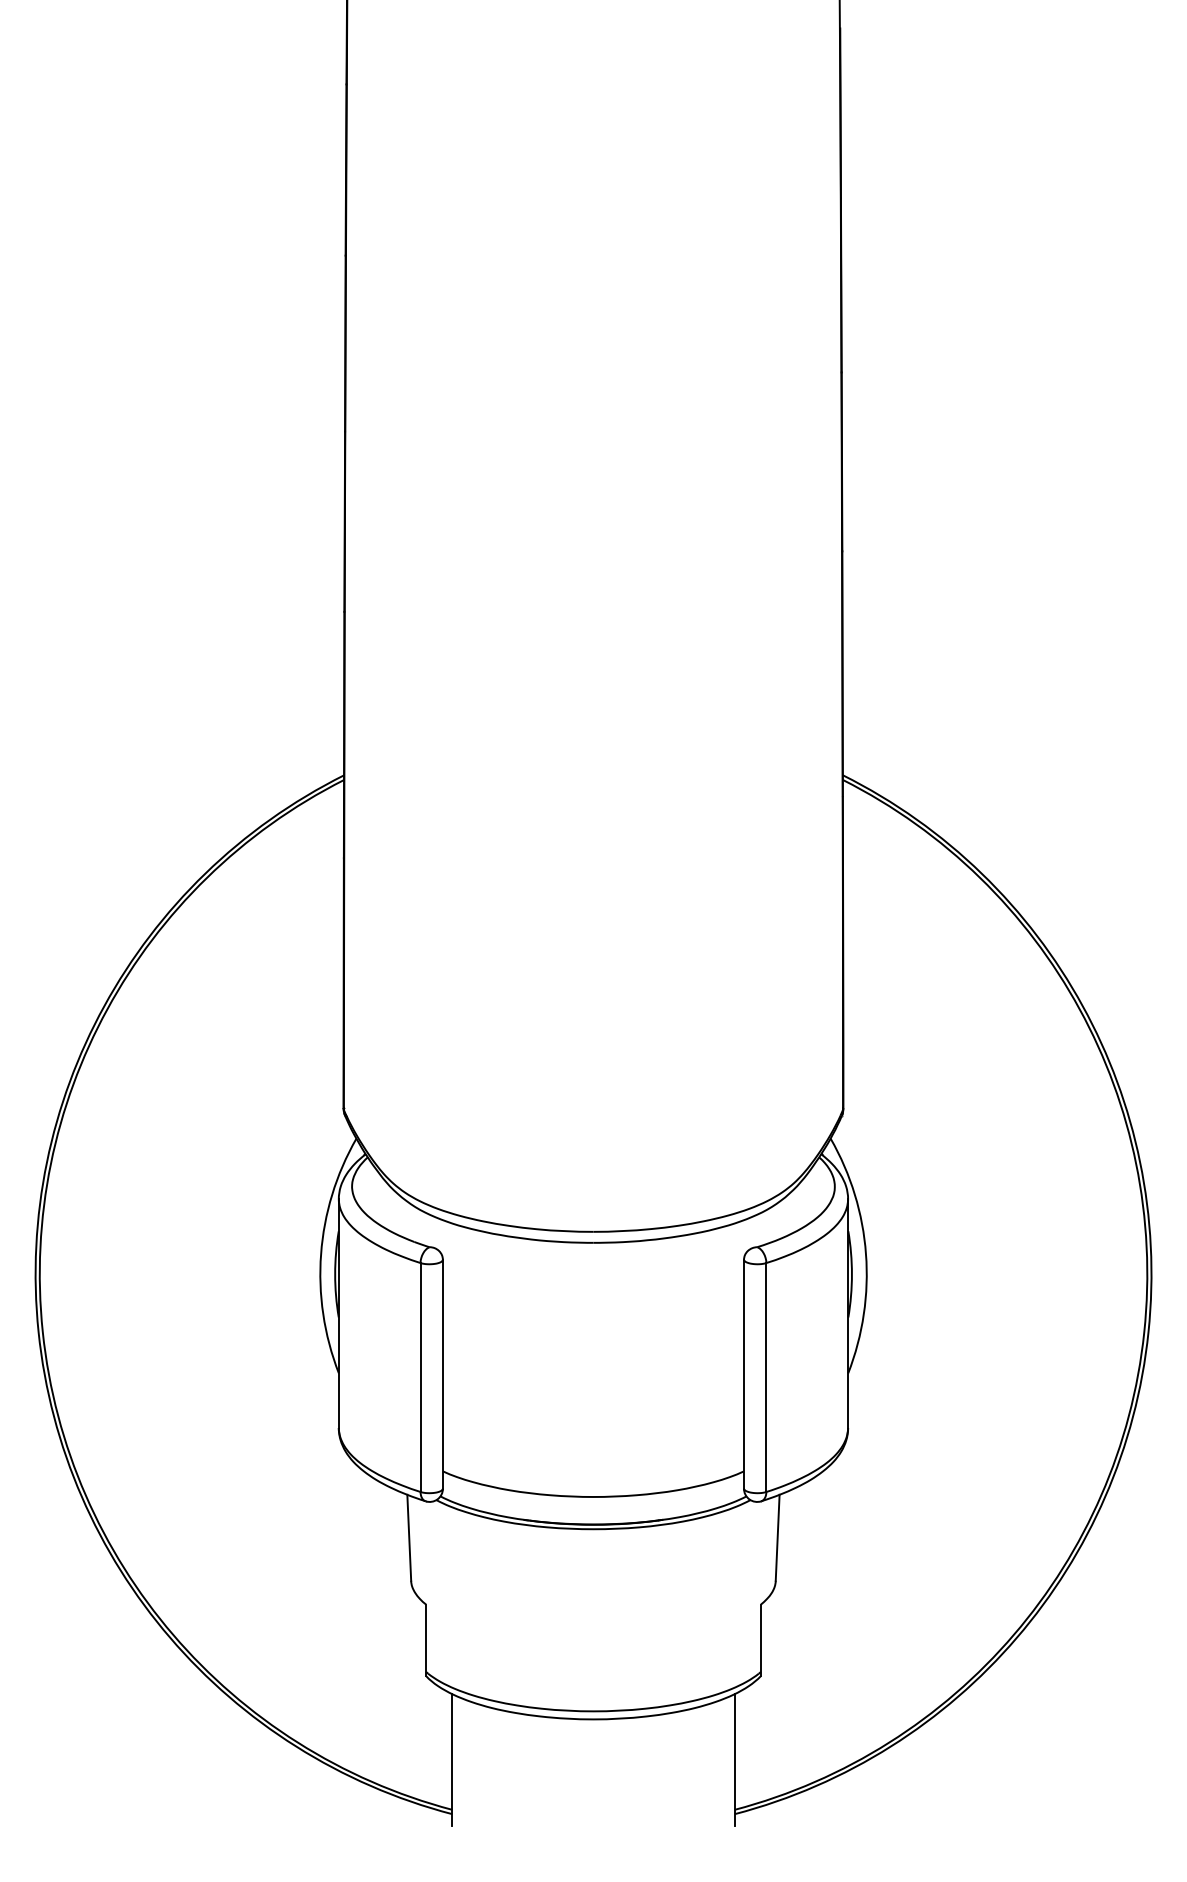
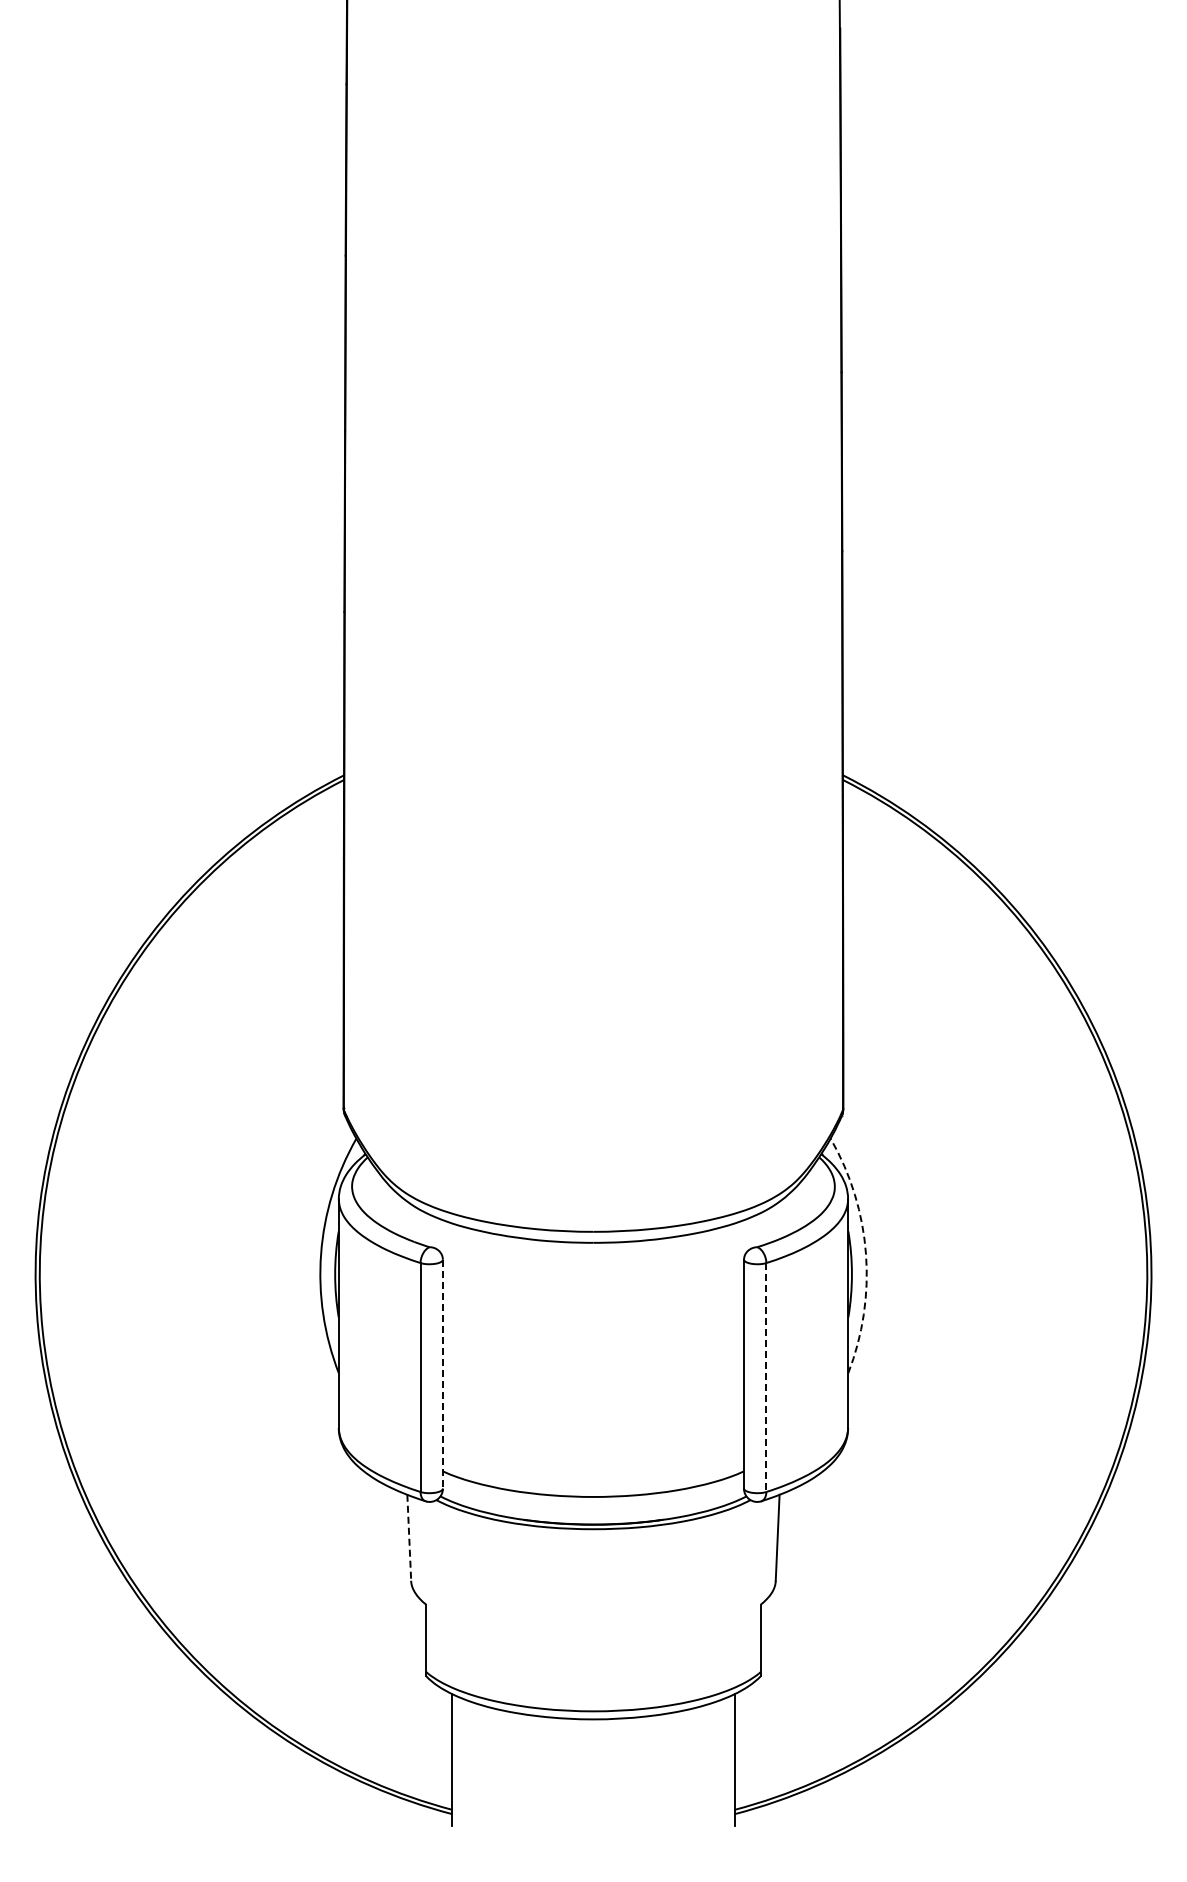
arc at (866, 1254): solid -> dashed
line at (442, 1374): solid -> dashed
line at (766, 1378): solid -> dashed
line at (409, 1538): solid -> dashed
